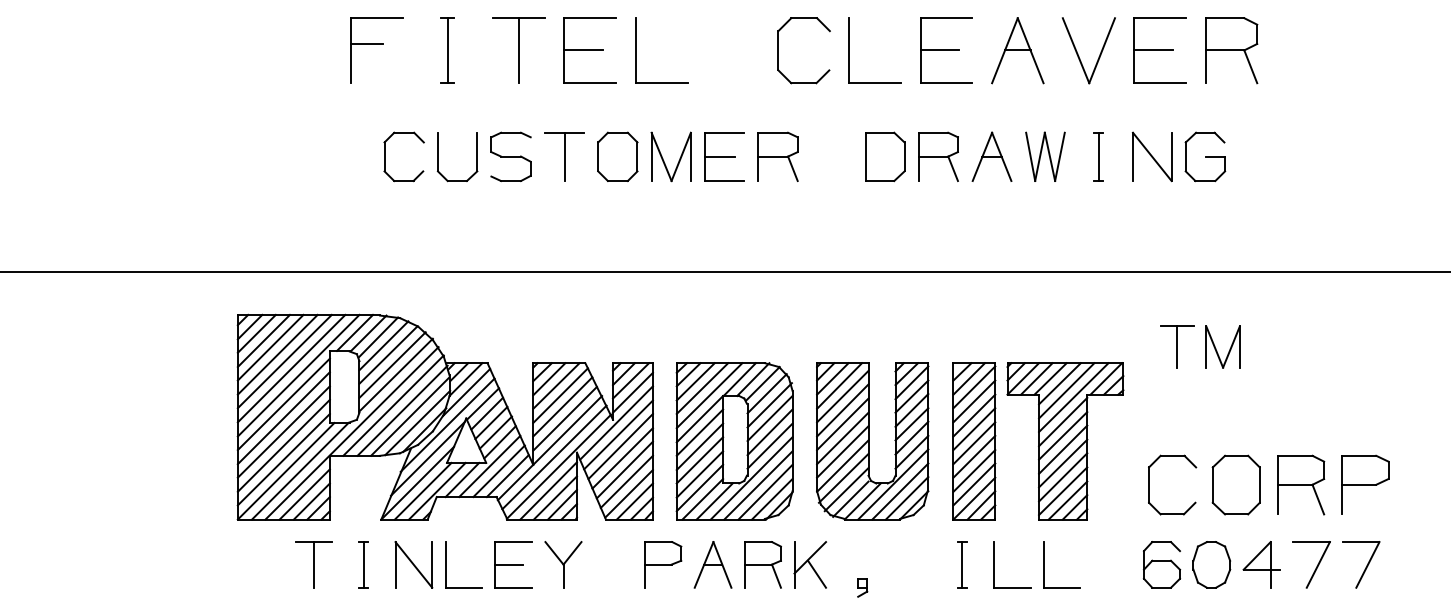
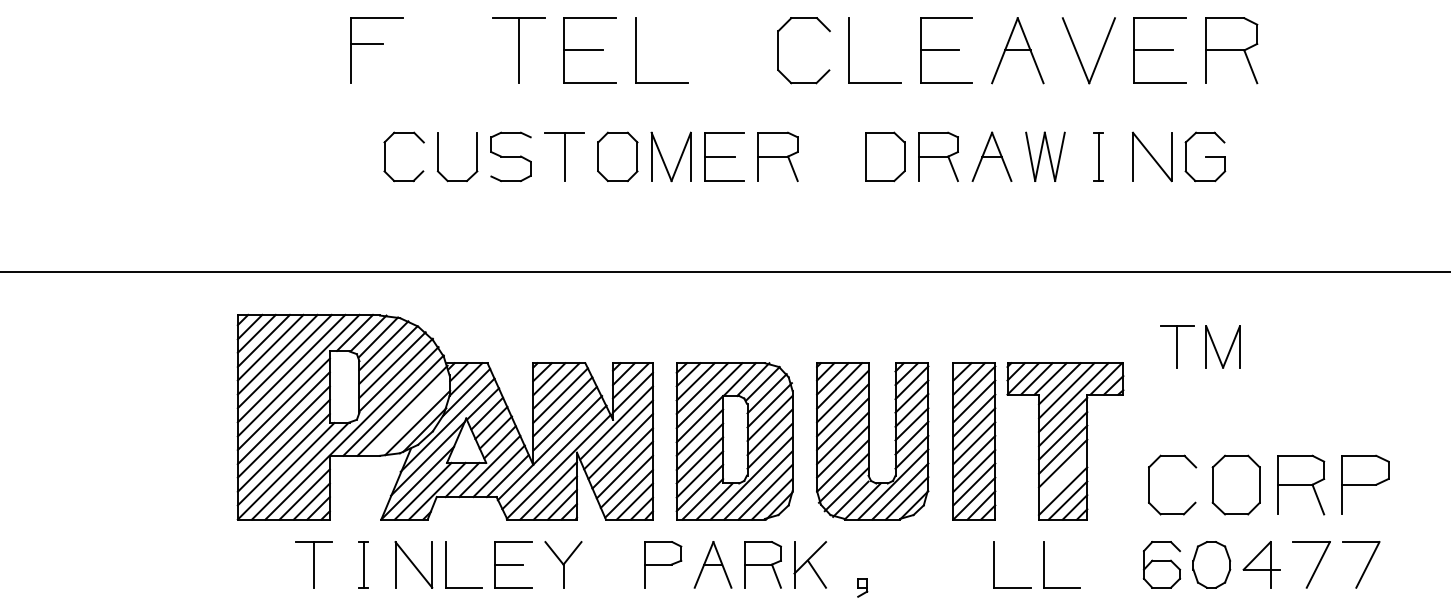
part at (447, 50): present -> none
line at (410, 416): present -> none
line at (1063, 477): present -> none
part at (962, 564): present -> none
